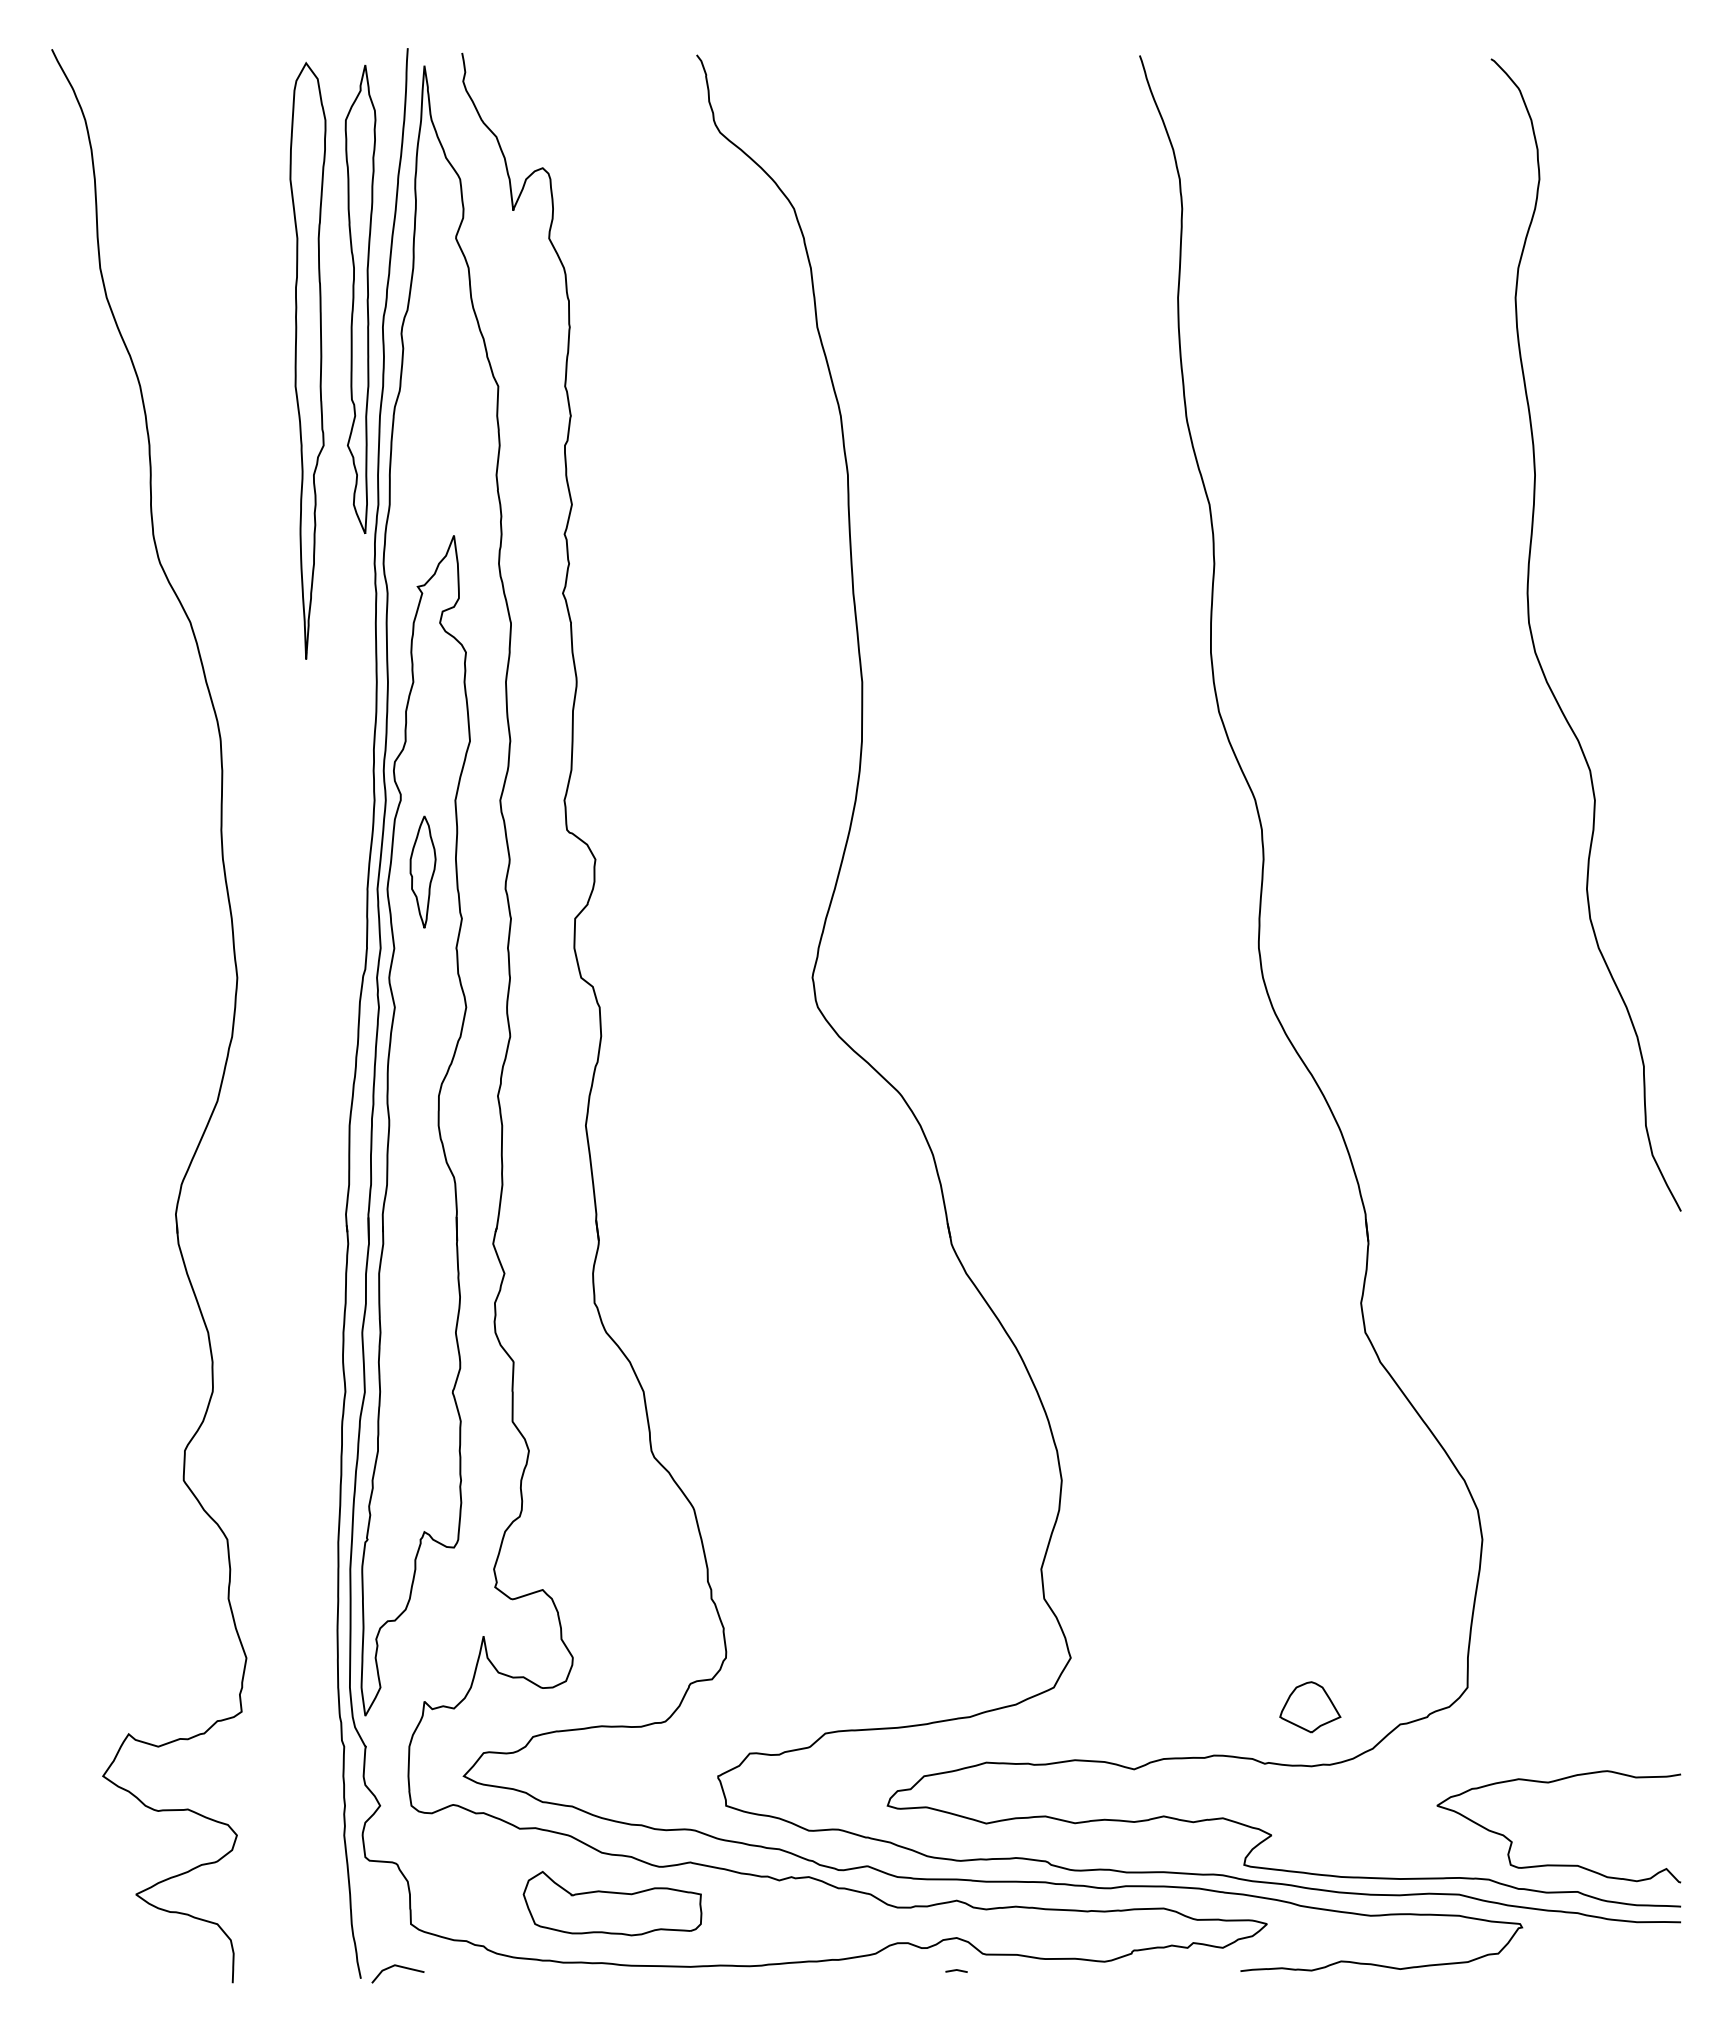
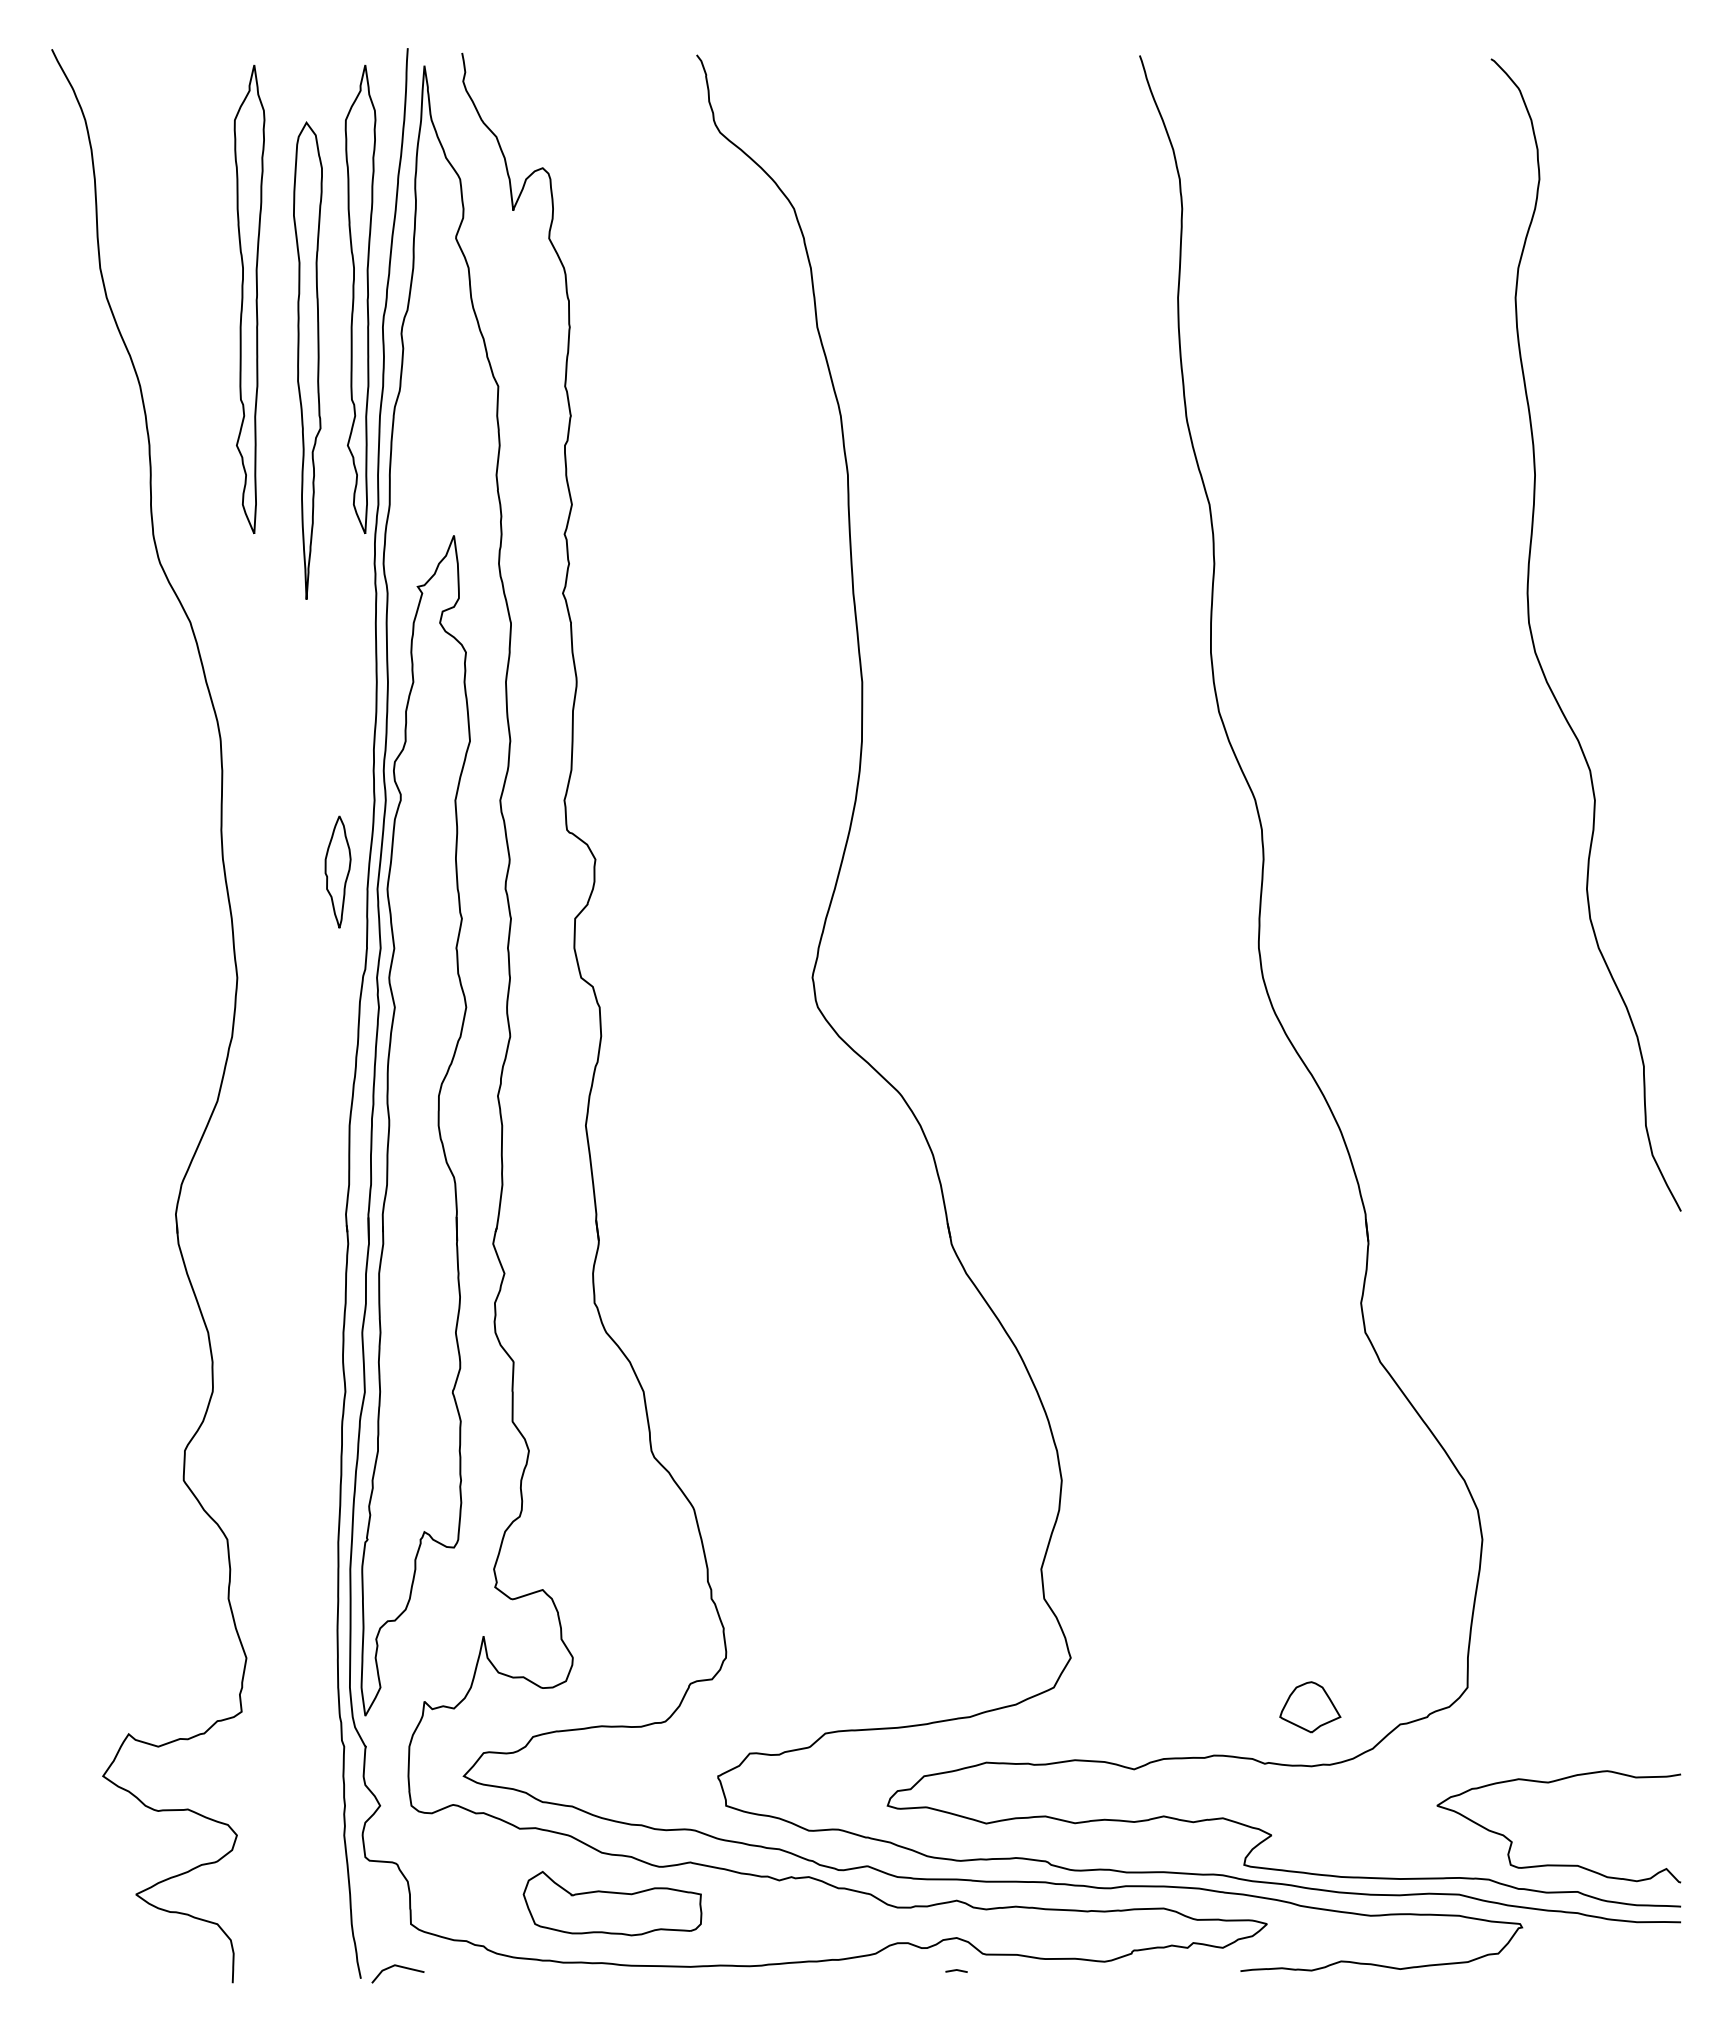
part at (249, 299): none -> present
part at (307, 360) size: 38x599 px -> 30x479 px
part at (422, 871) position: (422, 871) -> (337, 871)
